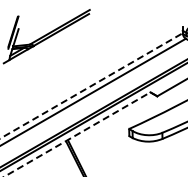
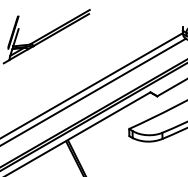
line at (91, 85): dashed -> solid
line at (77, 134): dashed -> solid
